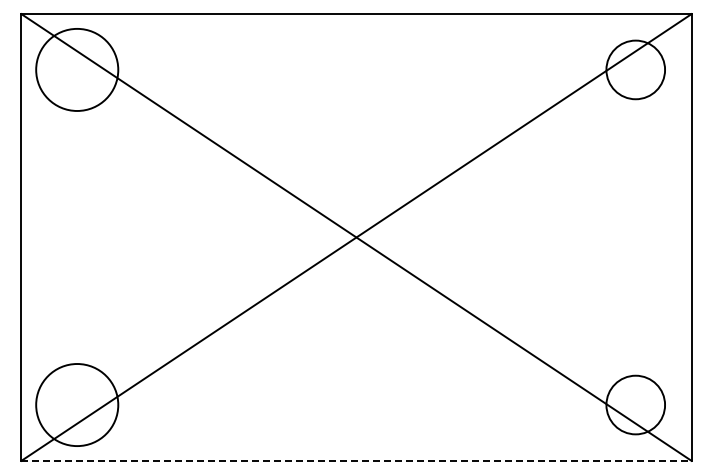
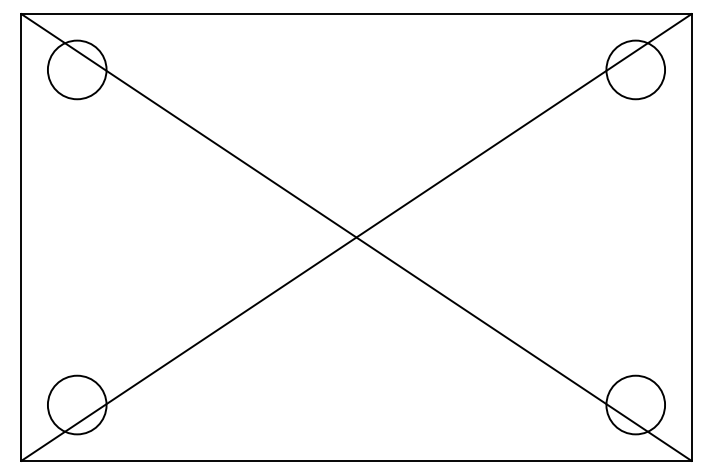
circle at (77, 69) diameter: 82 px -> 59 px
circle at (77, 405) diameter: 82 px -> 59 px
line at (356, 460): dashed -> solid
